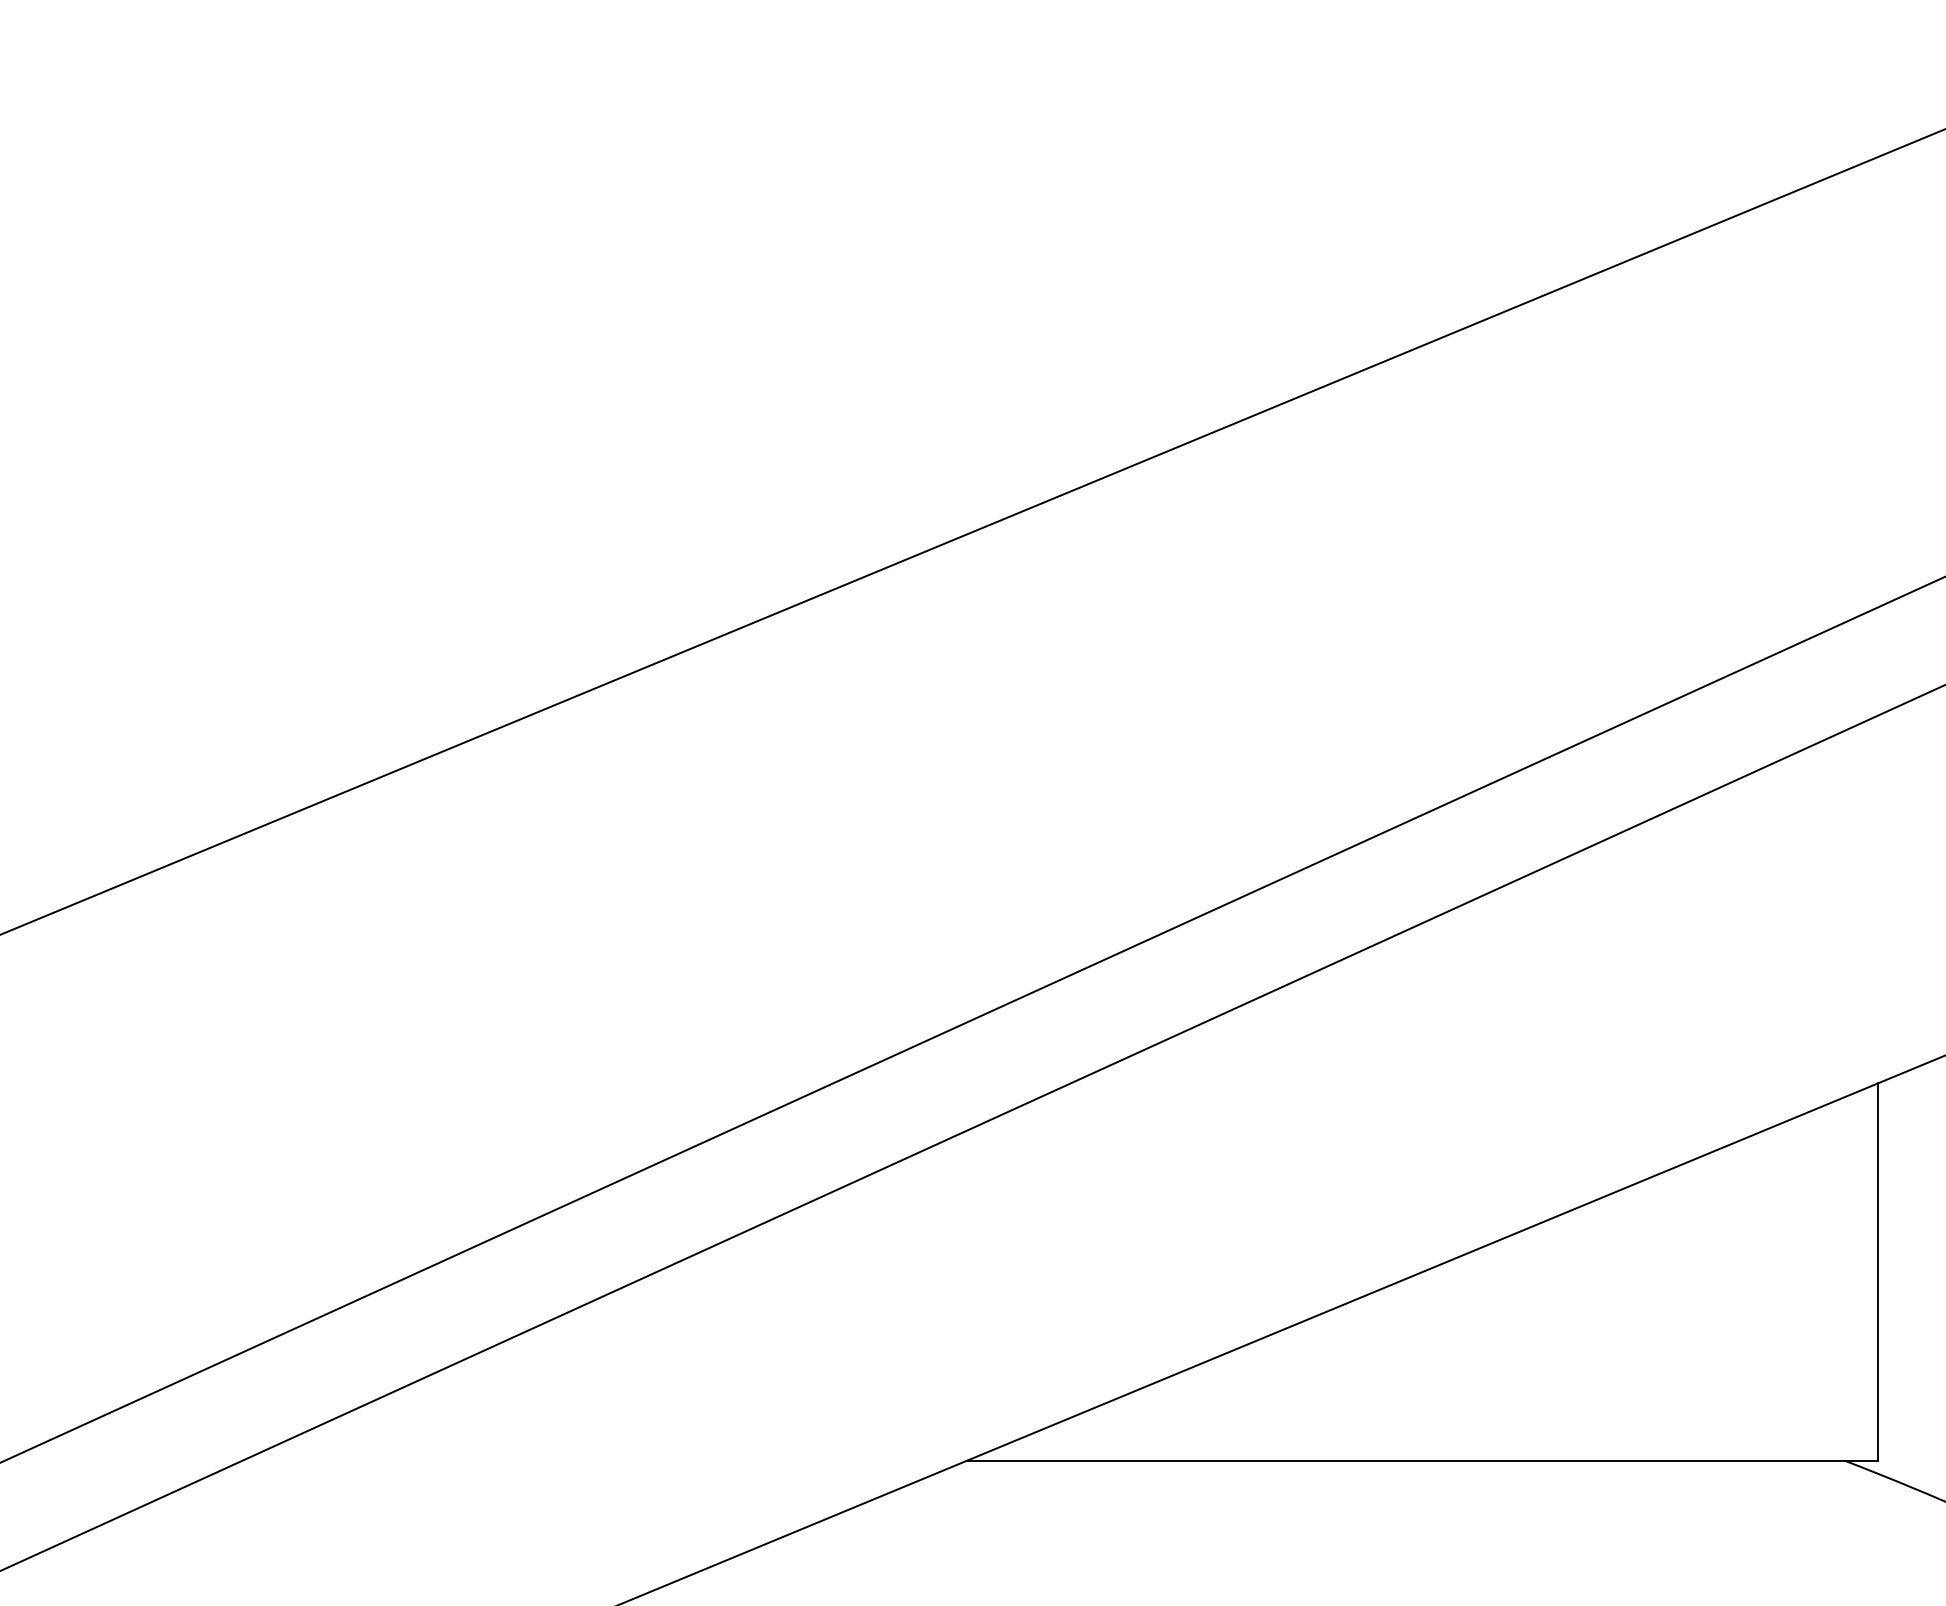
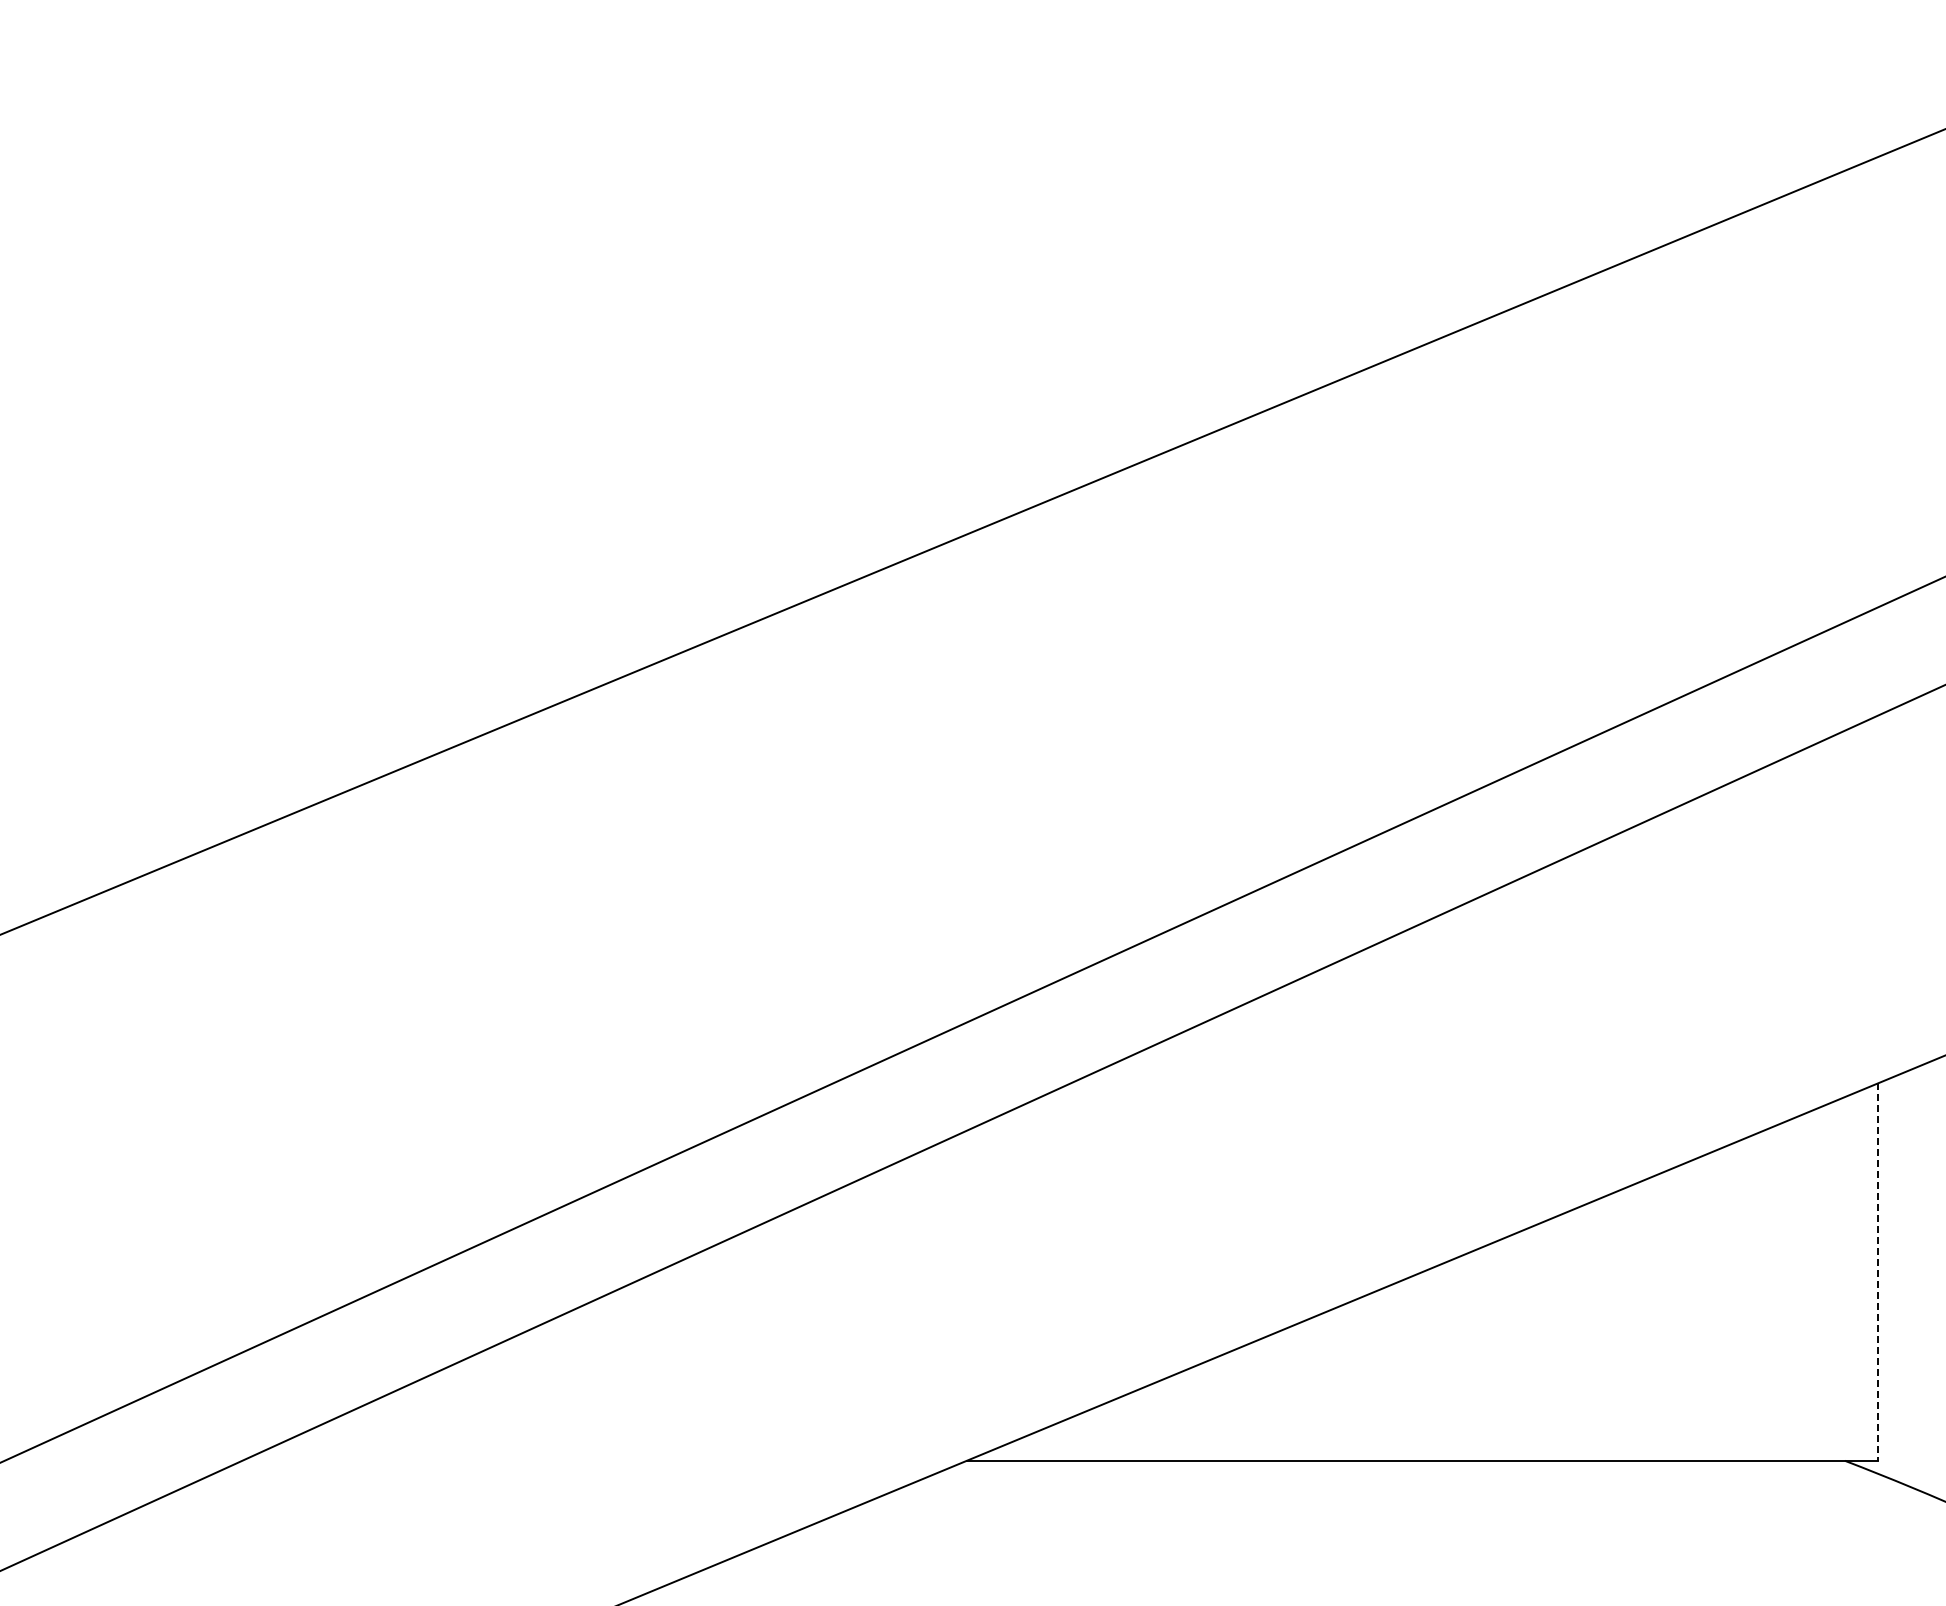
line at (1878, 1272): solid -> dashed
